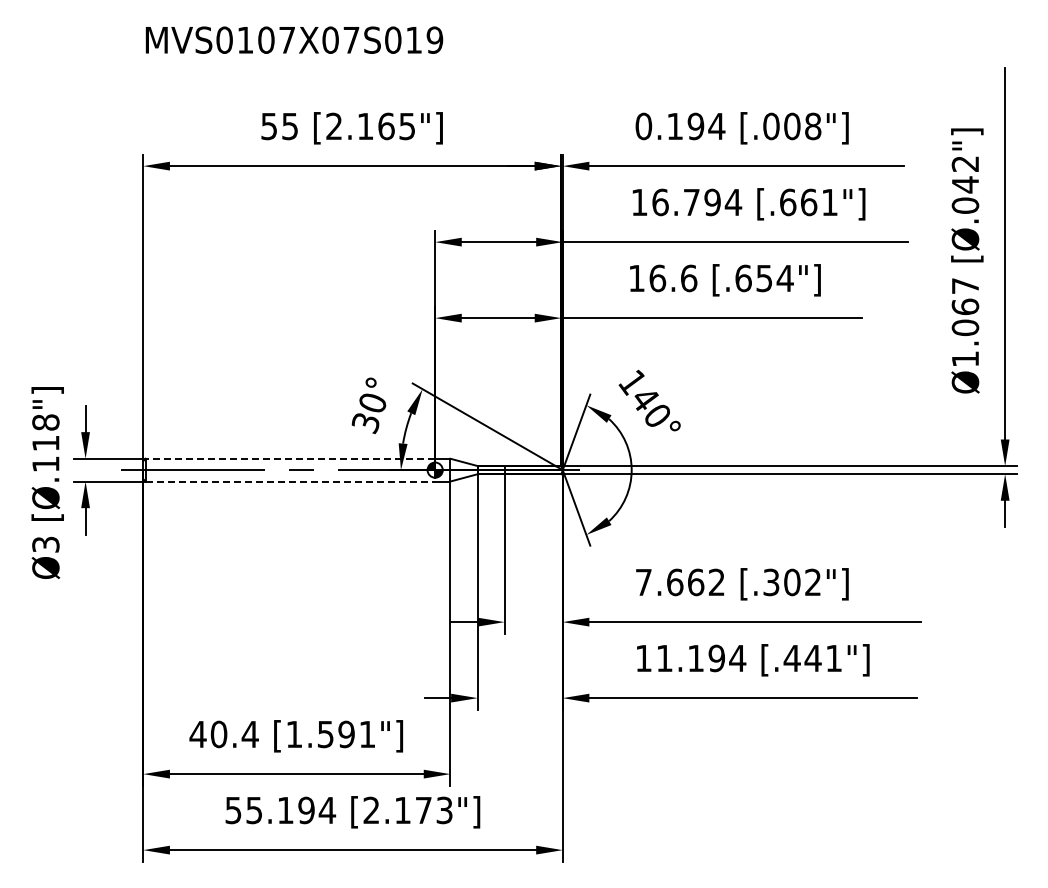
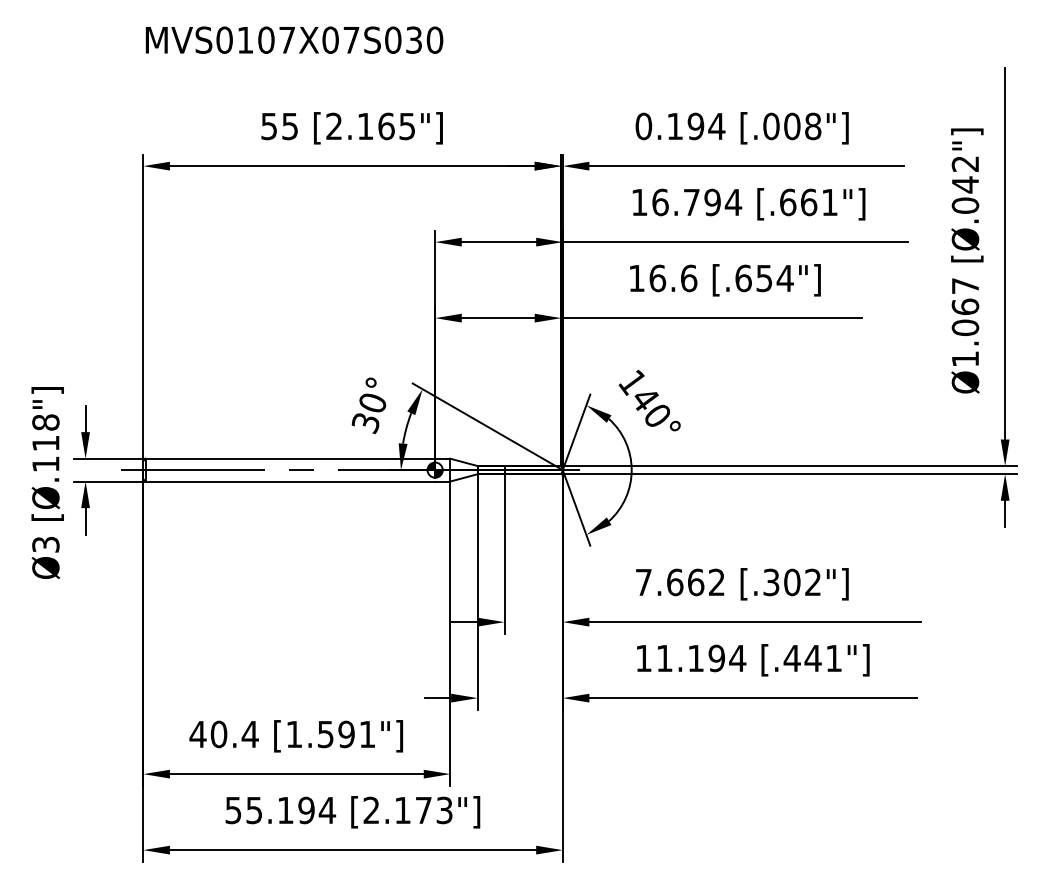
text at (424, 39): MVS0107X07S019 -> MVS0107X07S030
line at (290, 458): dashed -> solid
line at (290, 481): dashed -> solid
